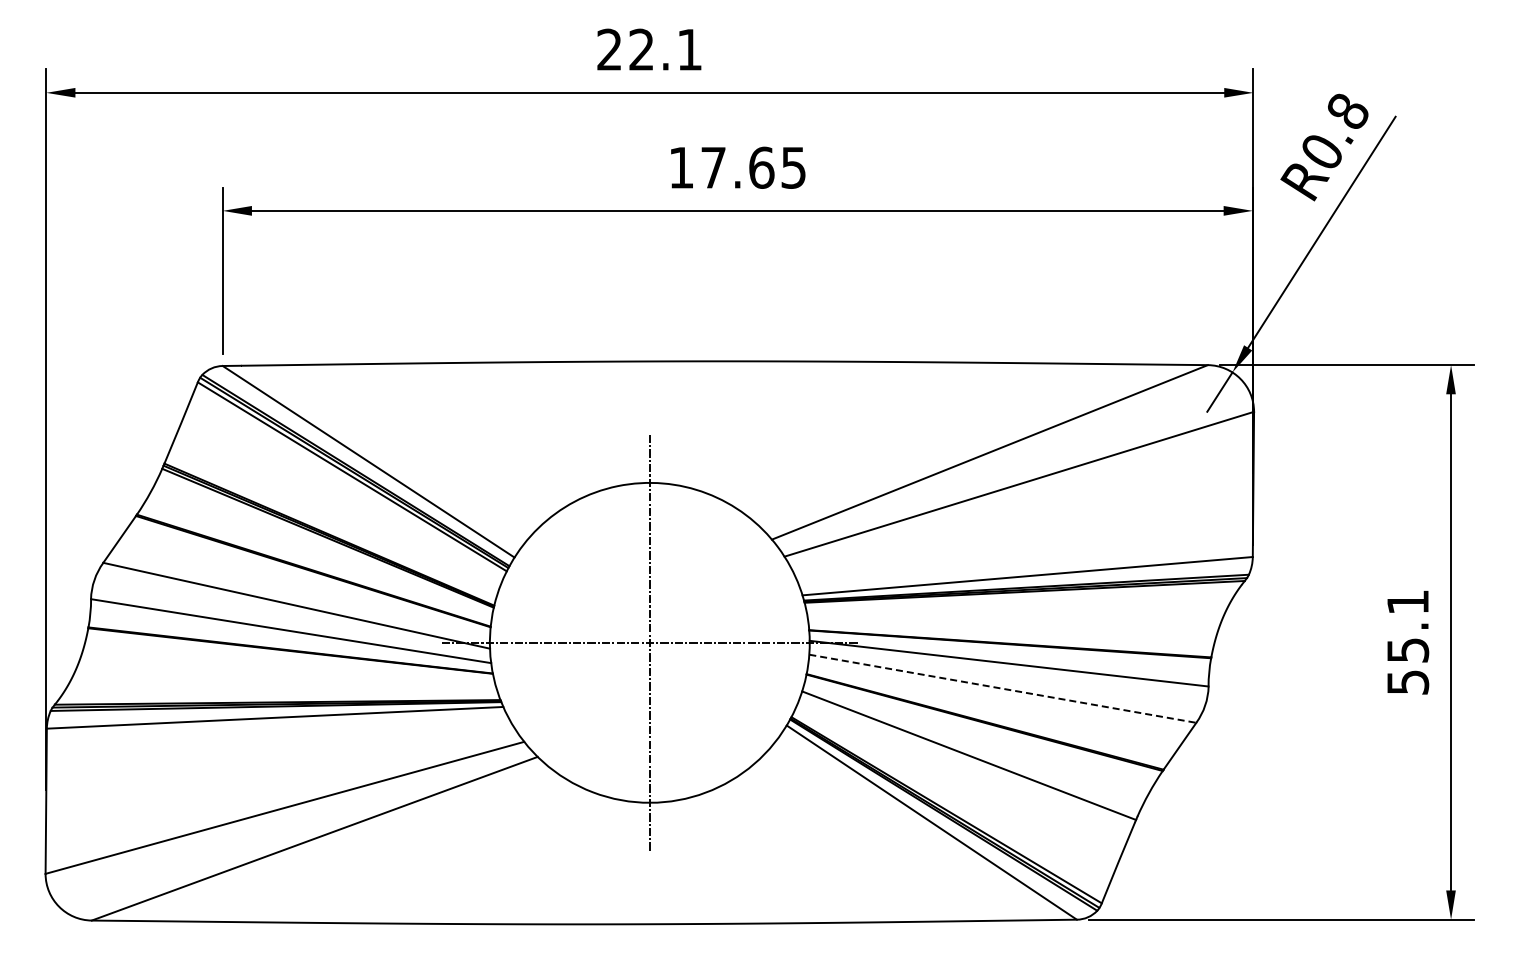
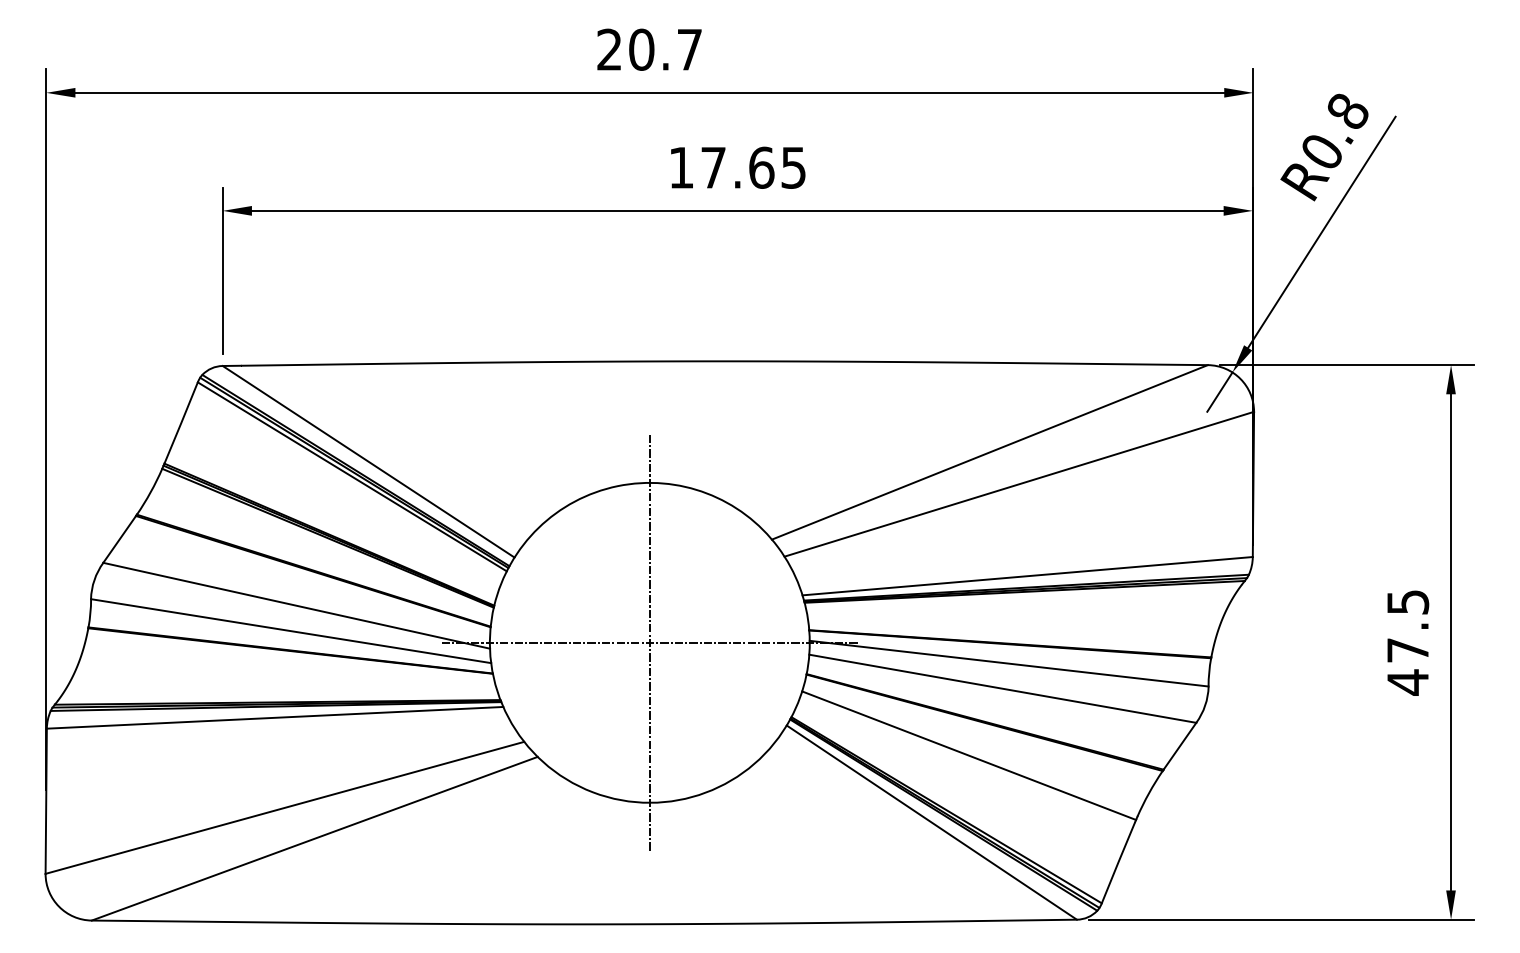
text at (665, 49): 22.1 -> 20.7
text at (1408, 642): 55.1 -> 47.5
line at (1003, 688): dashed -> solid
